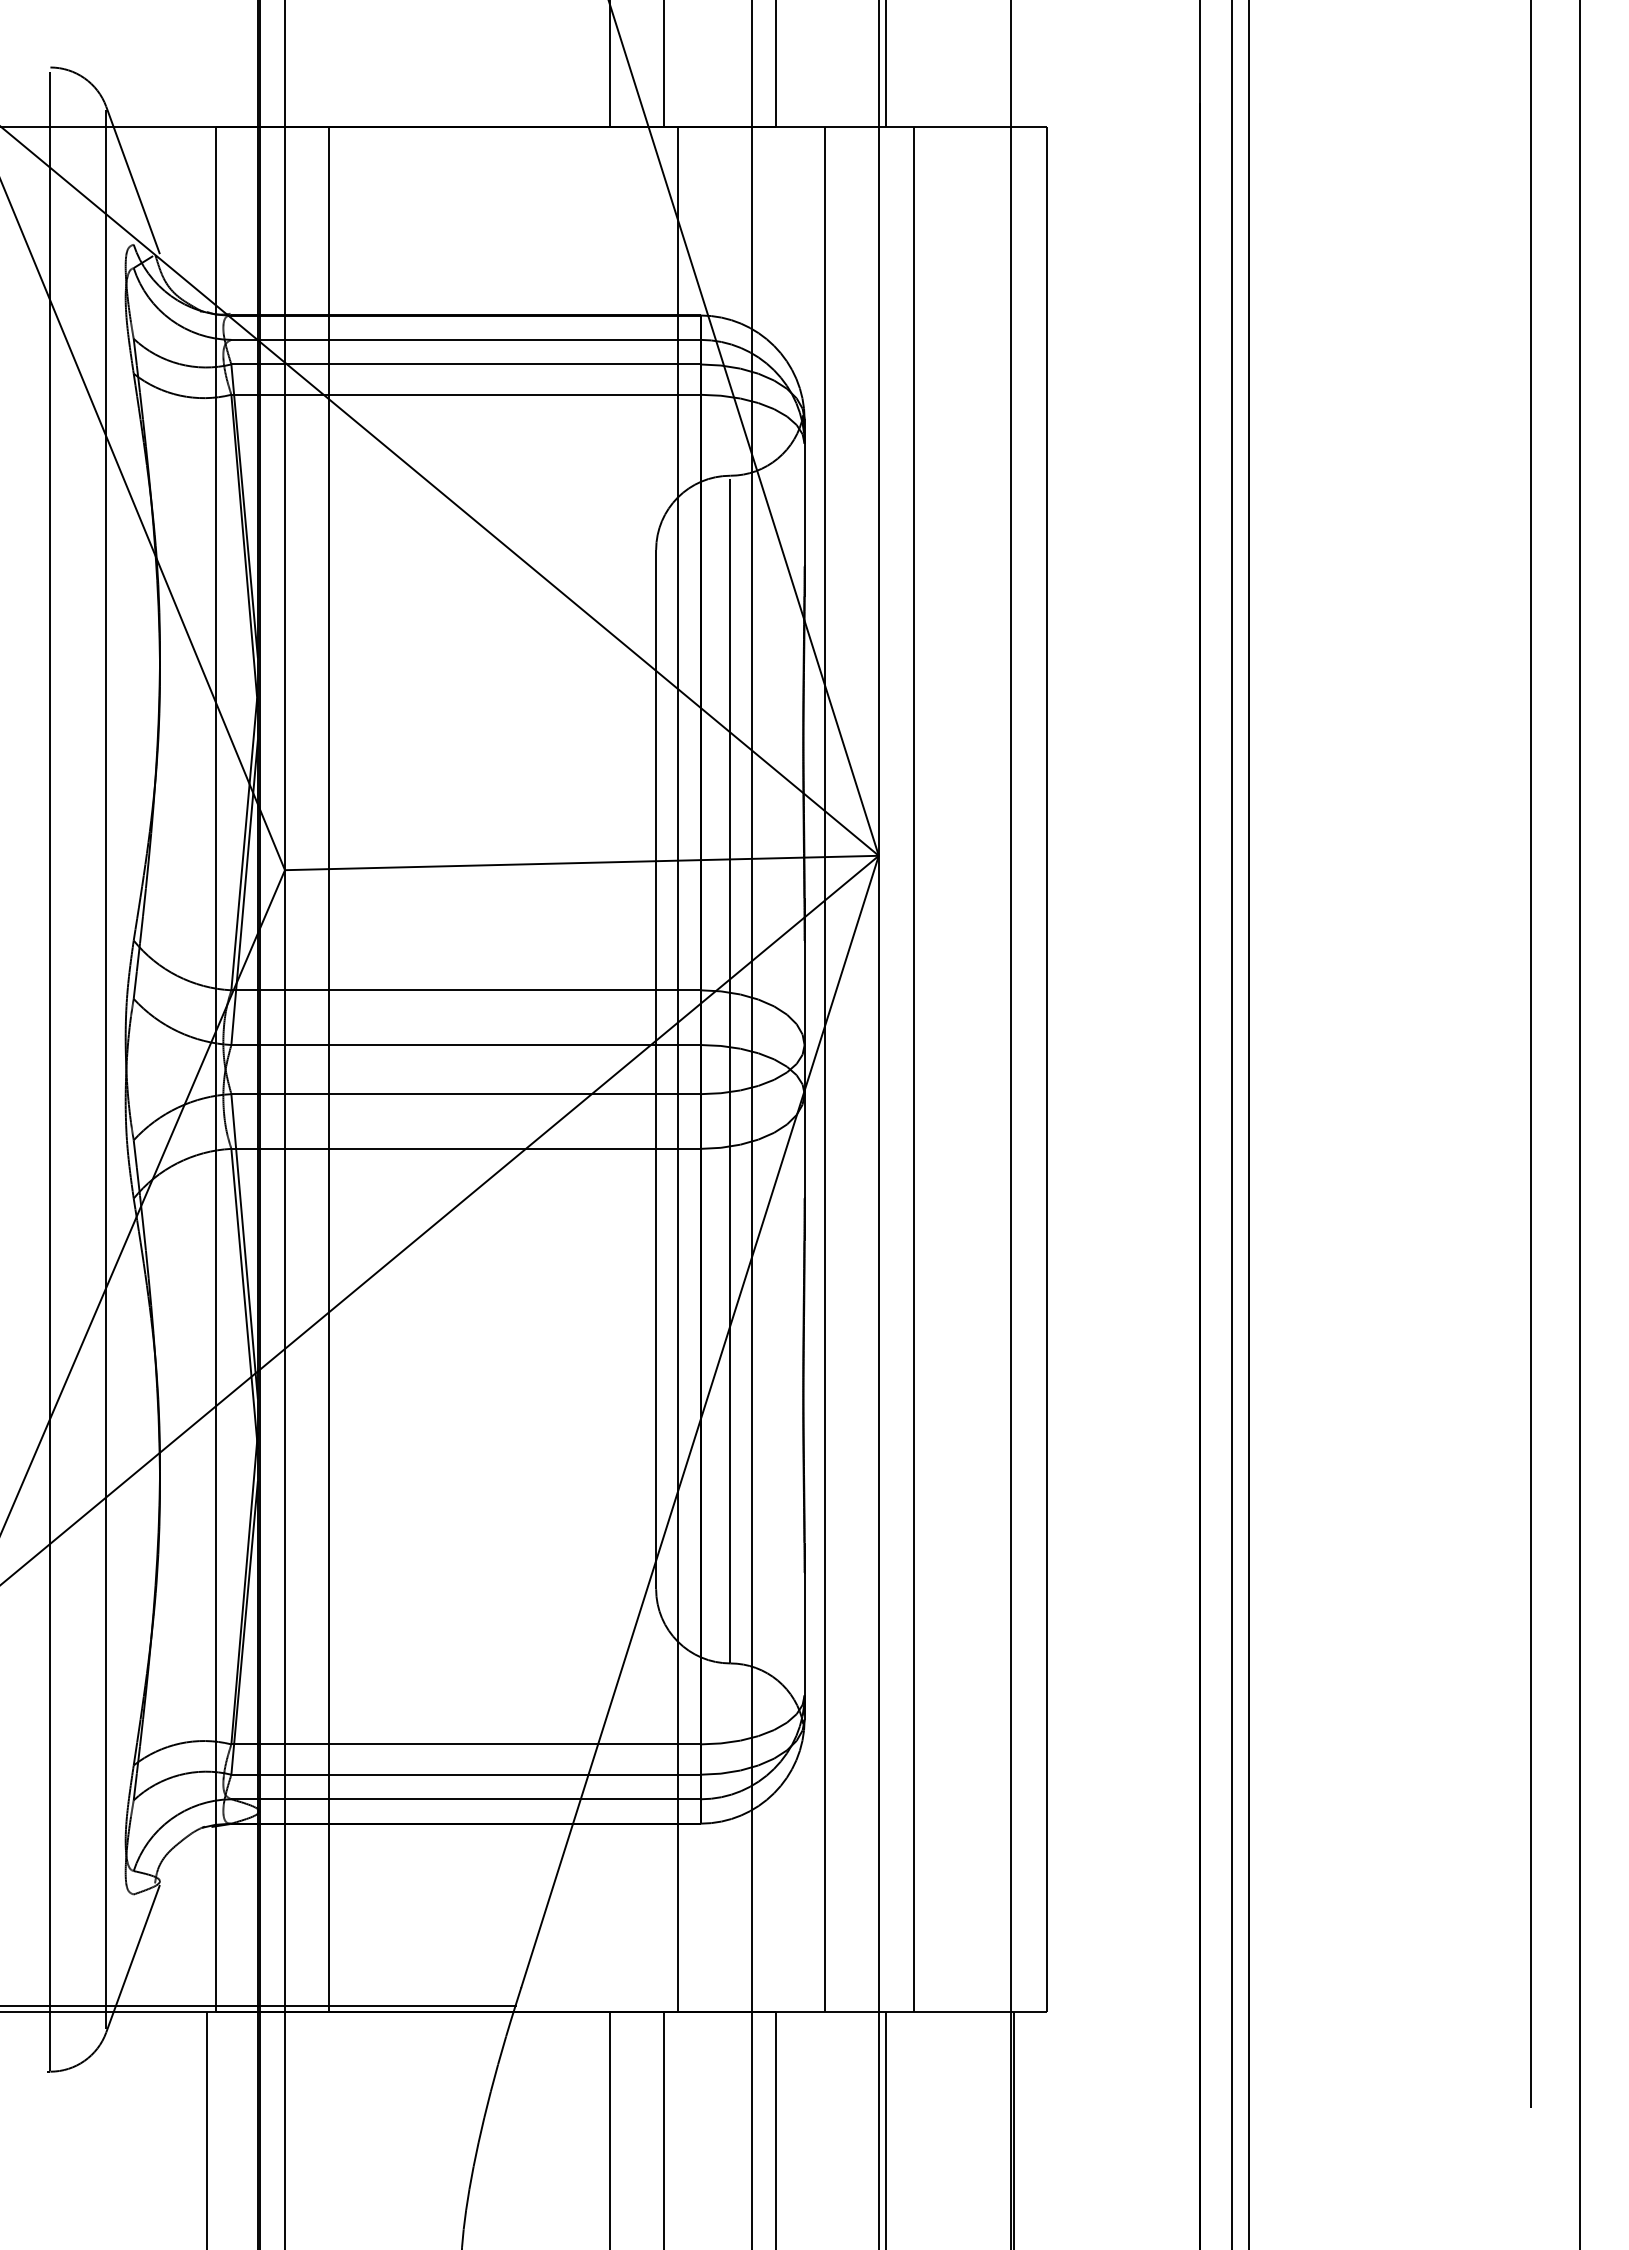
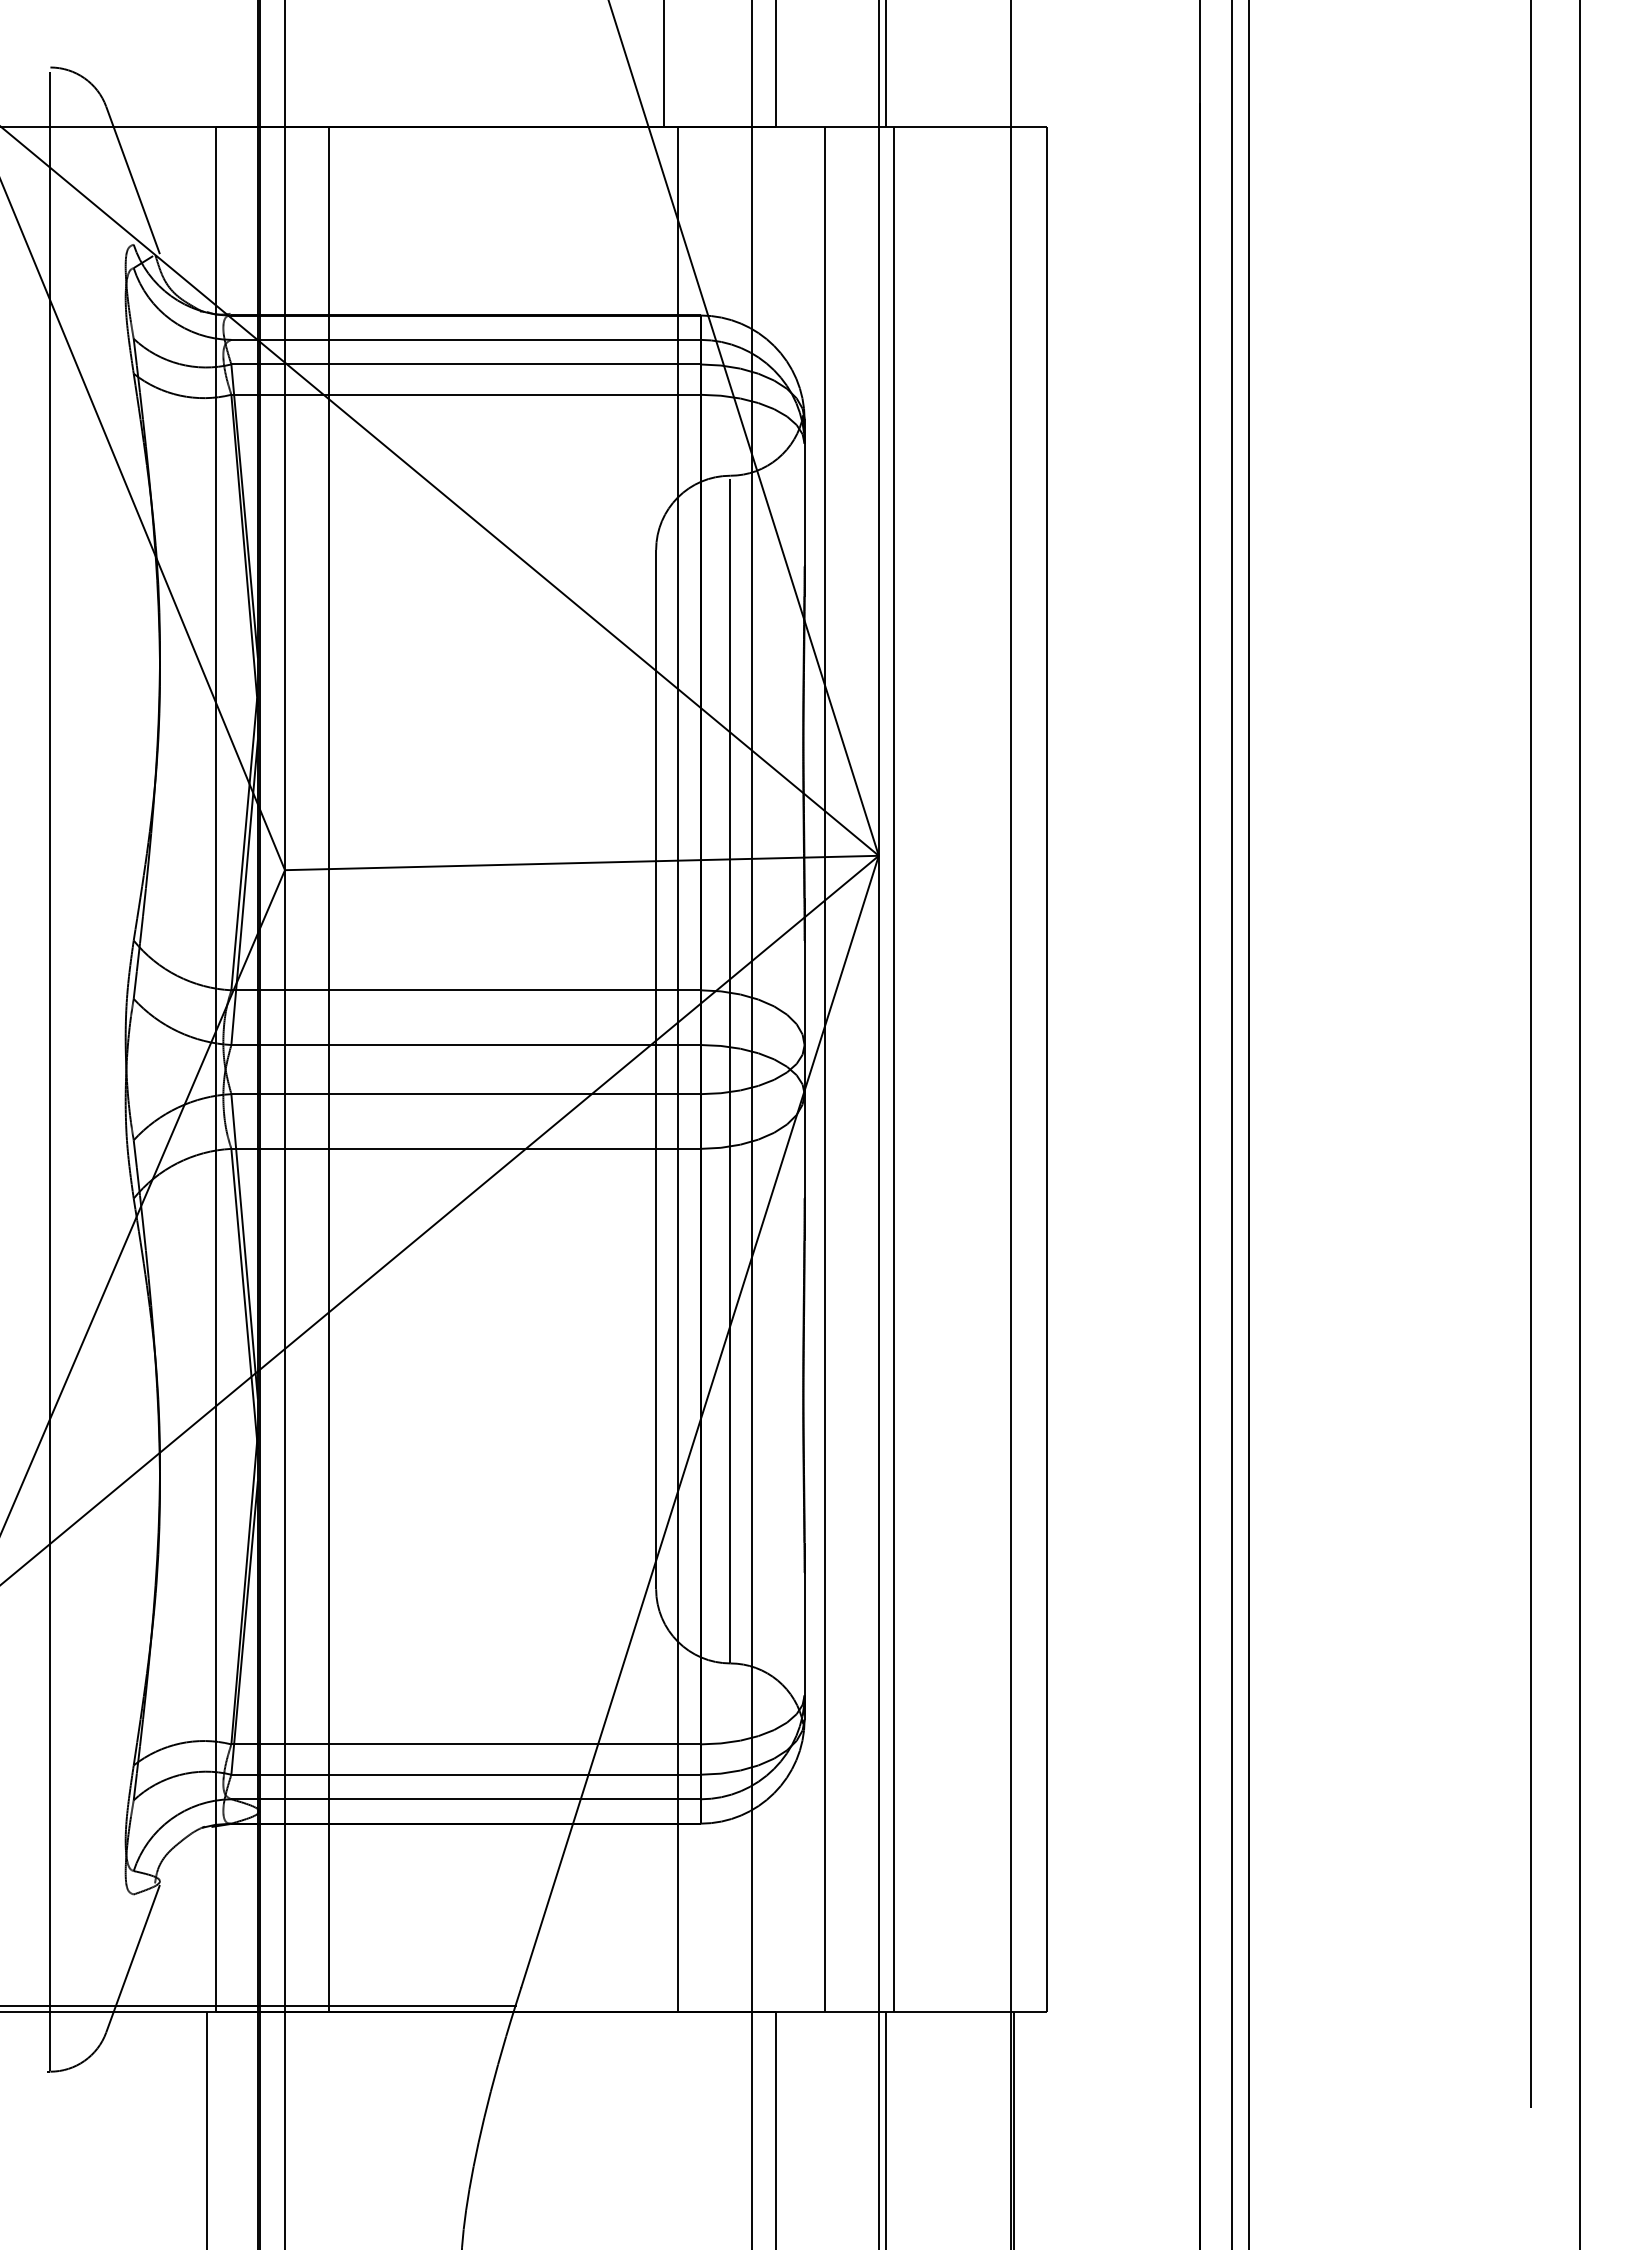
line at (609, 64): present -> none
line at (106, 1069): present -> none
line at (914, 1069) position: (914, 1069) -> (894, 1069)
line at (609, 2129): present -> none
line at (664, 2129): present -> none
